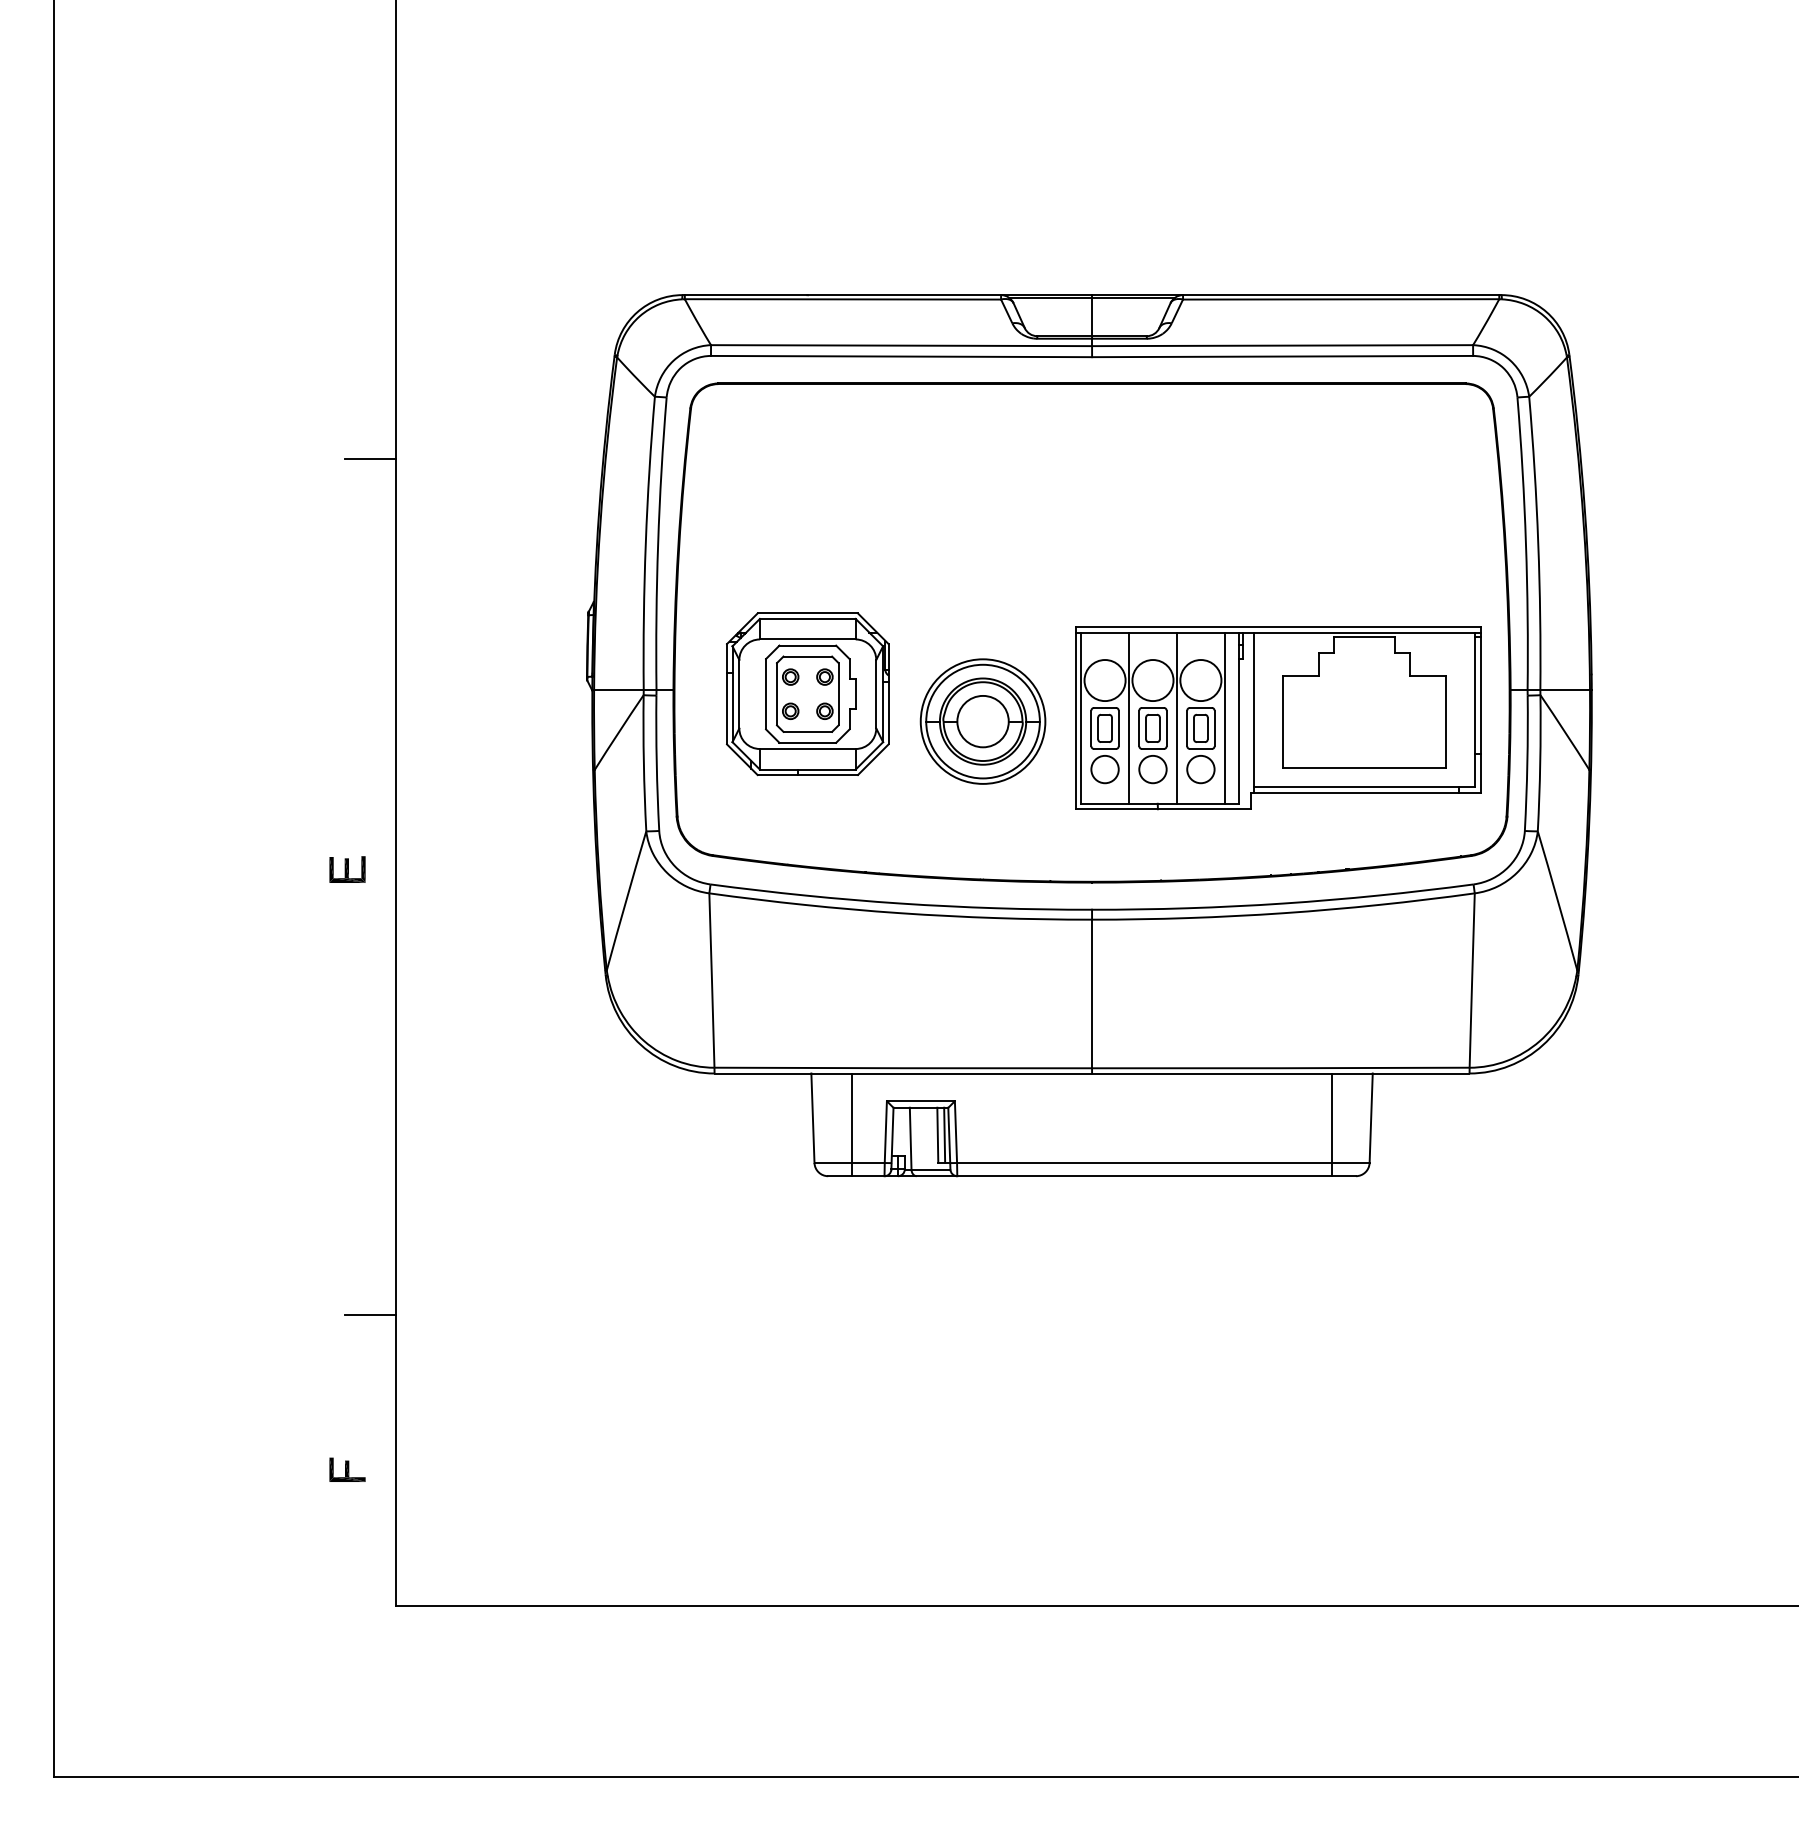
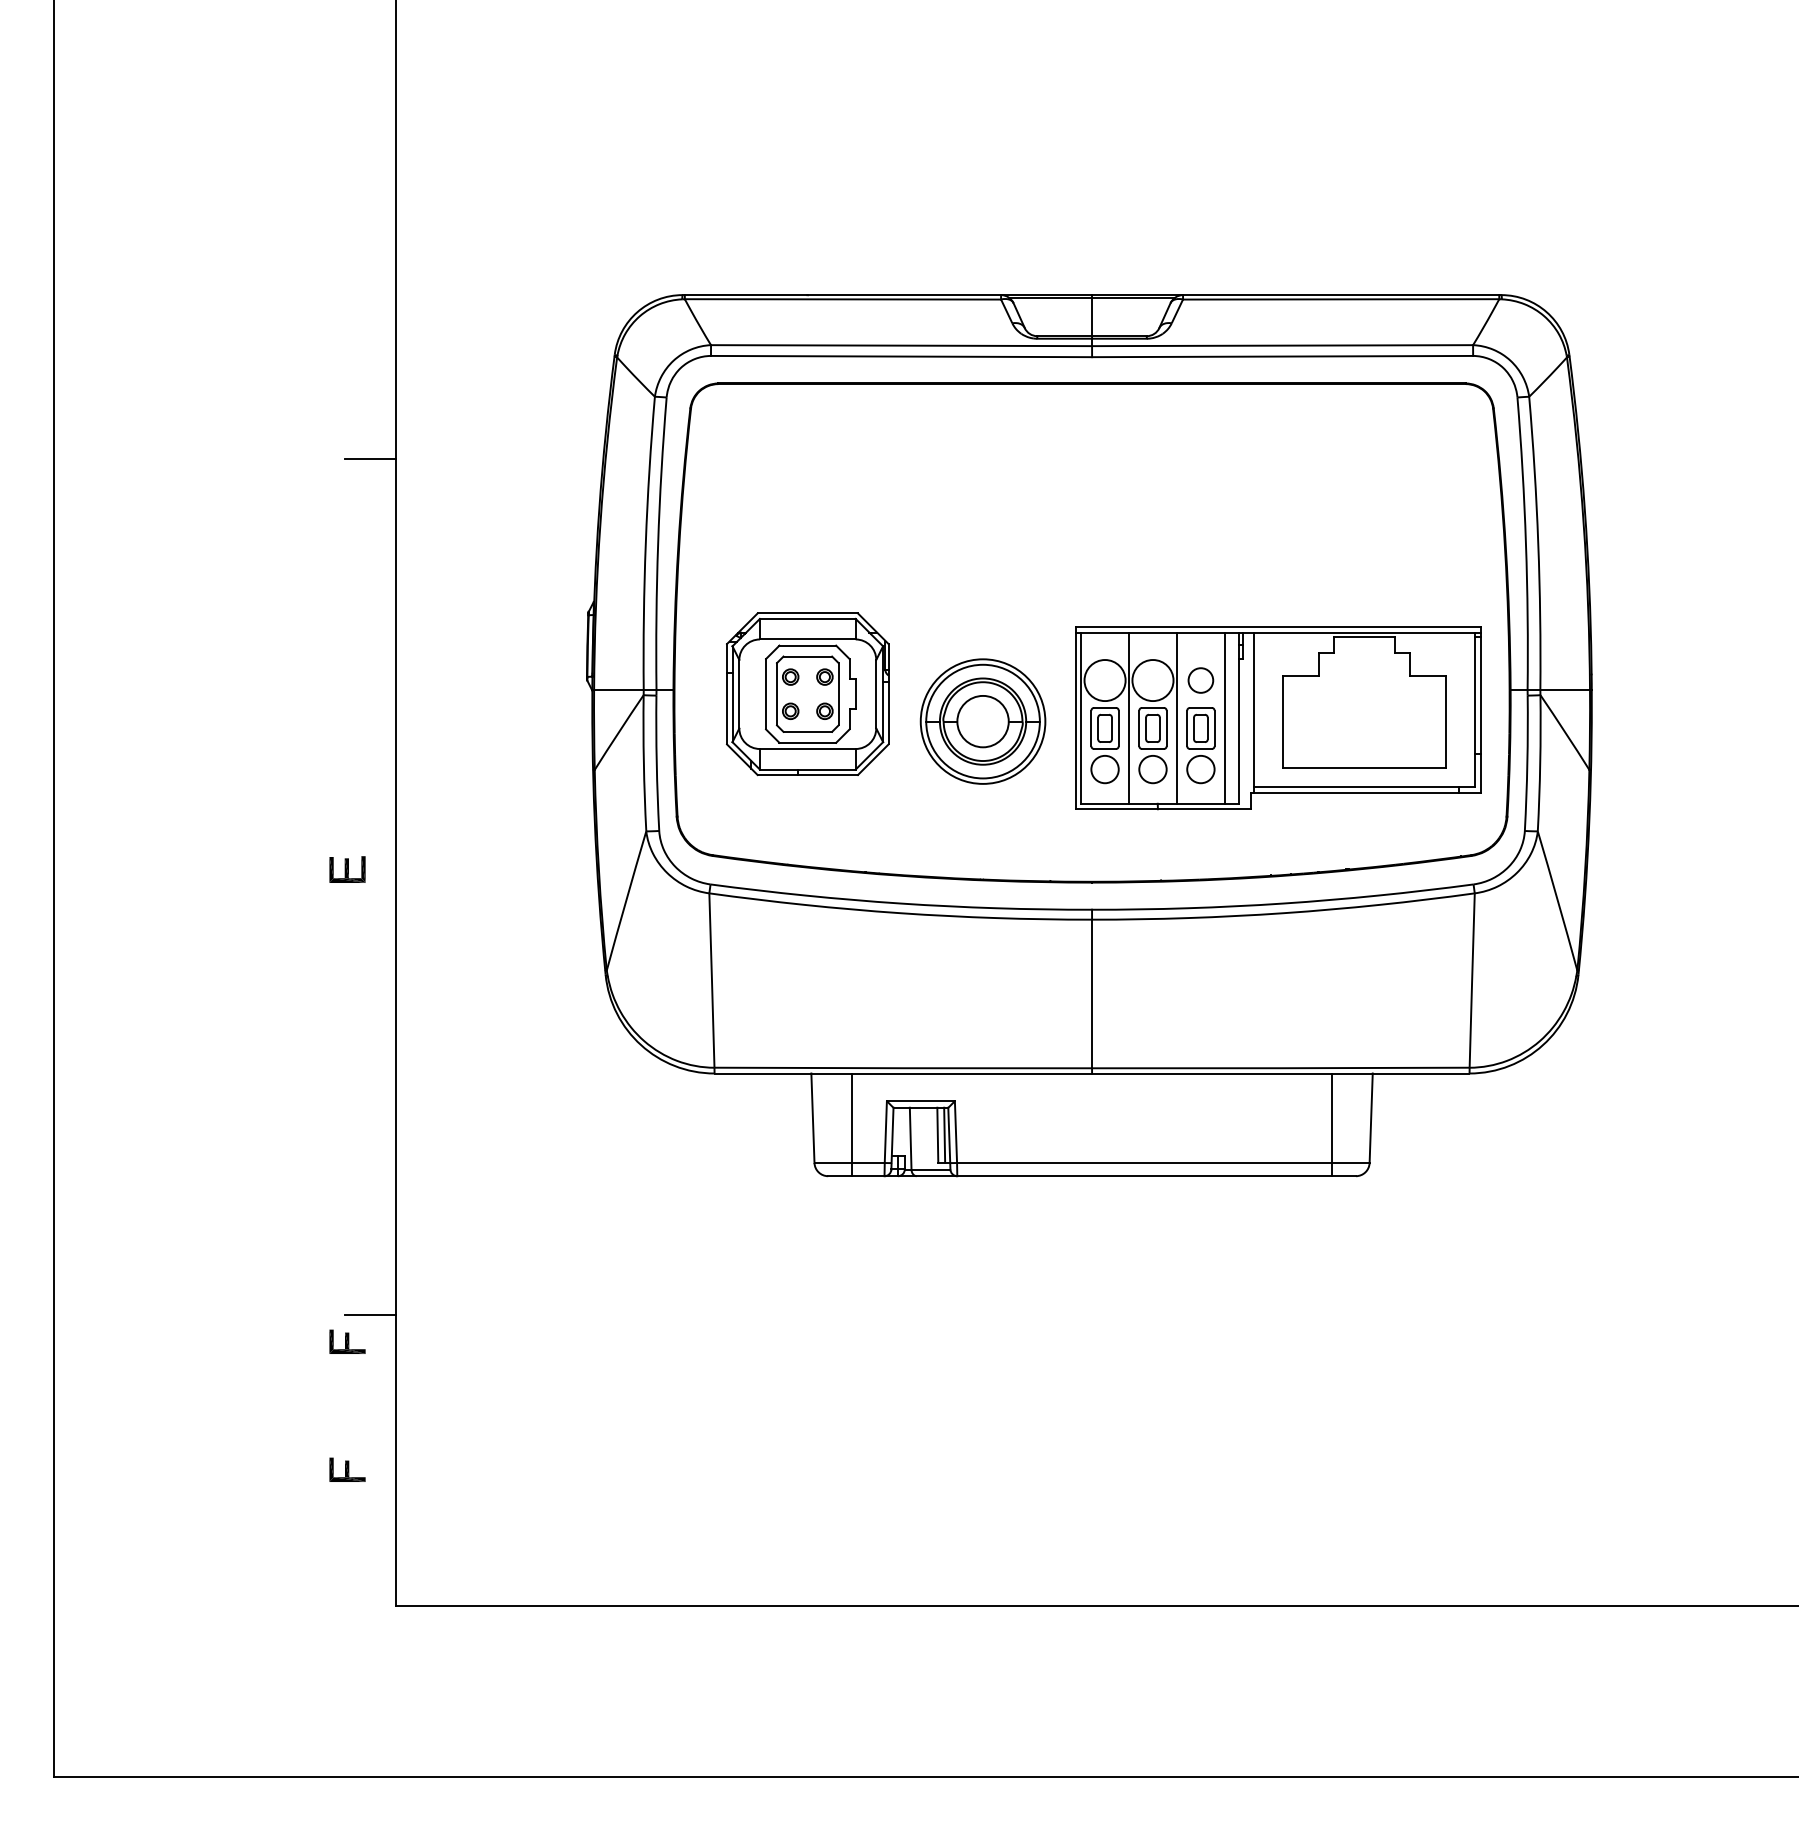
circle at (1200, 680) diameter: 41 px -> 25 px
part at (347, 1341): none -> present
